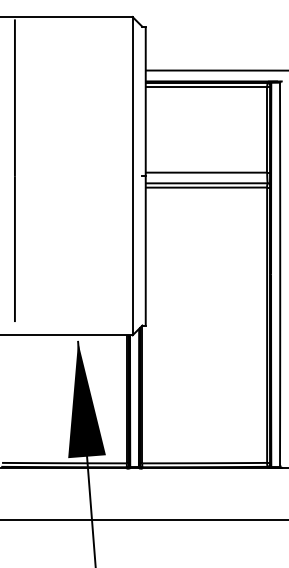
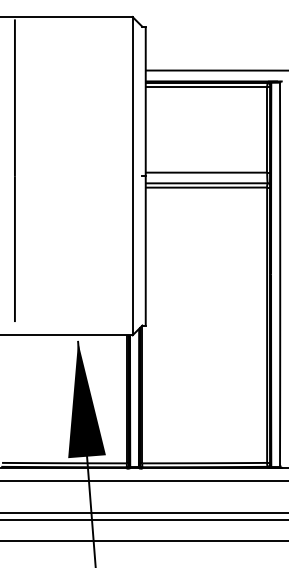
line at (143, 481): none -> present
line at (143, 513): none -> present
line at (143, 540): none -> present
